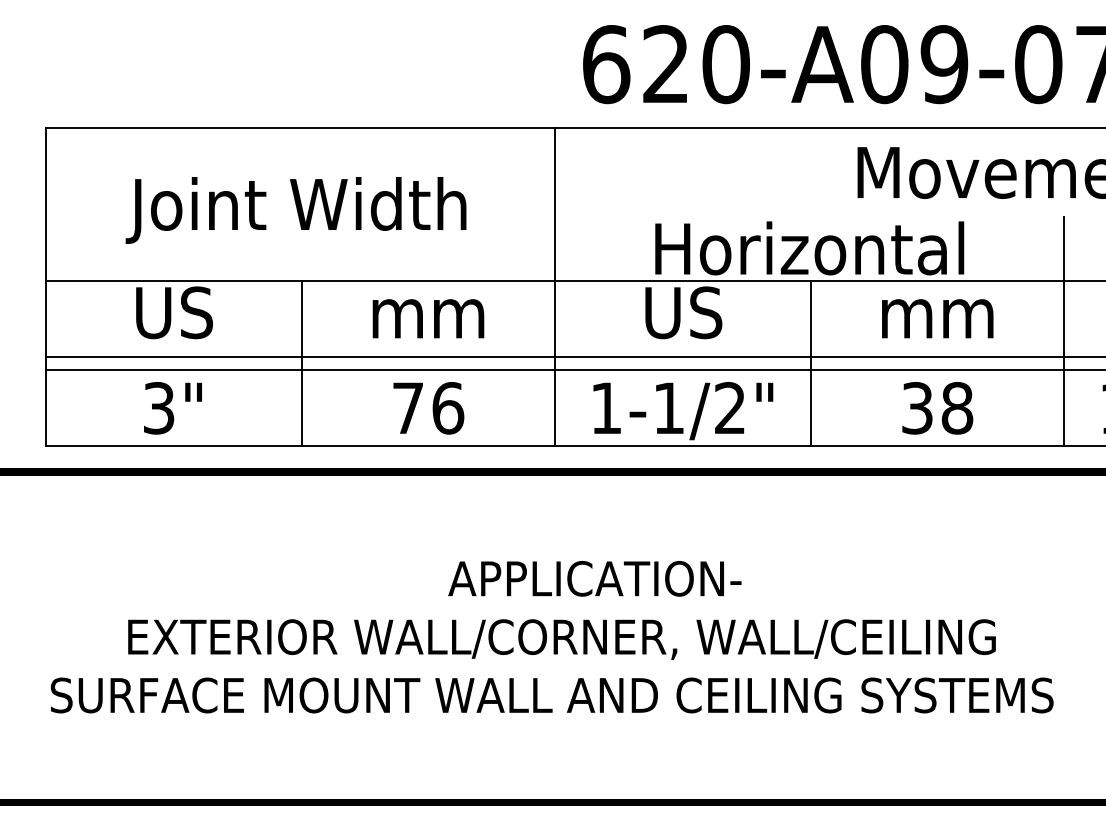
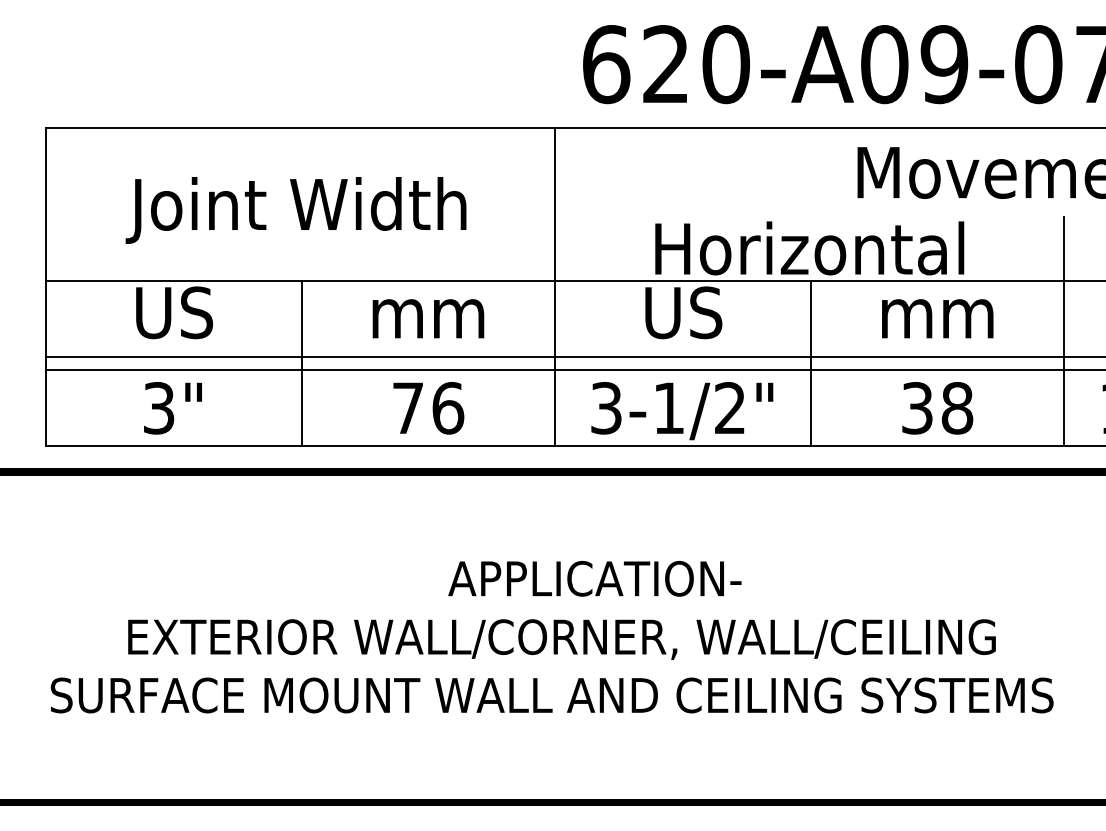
text at (606, 408): 1-1/2" -> 3-1/2"
